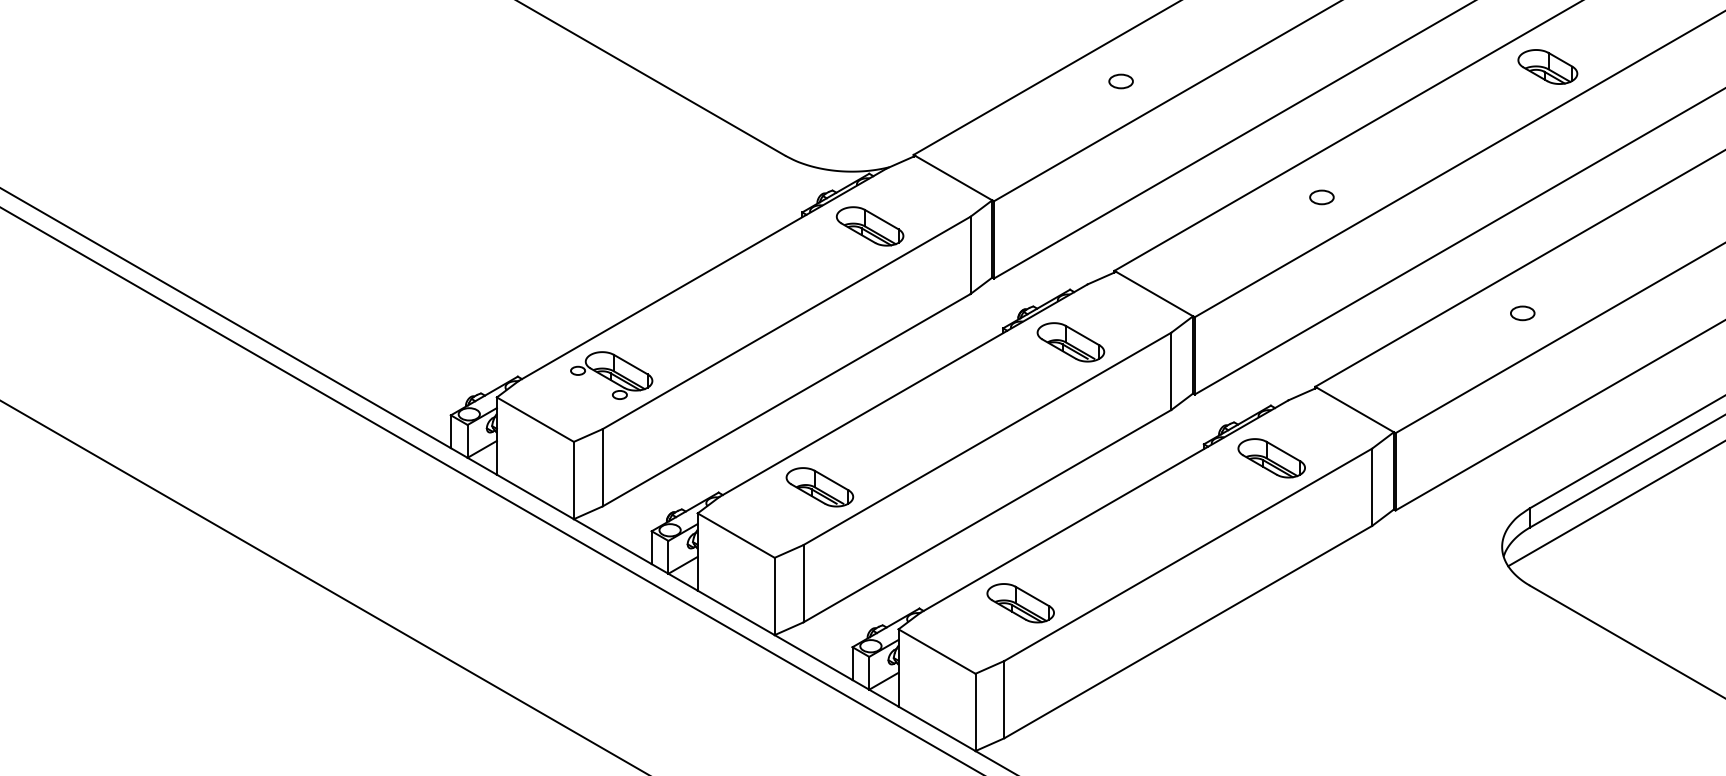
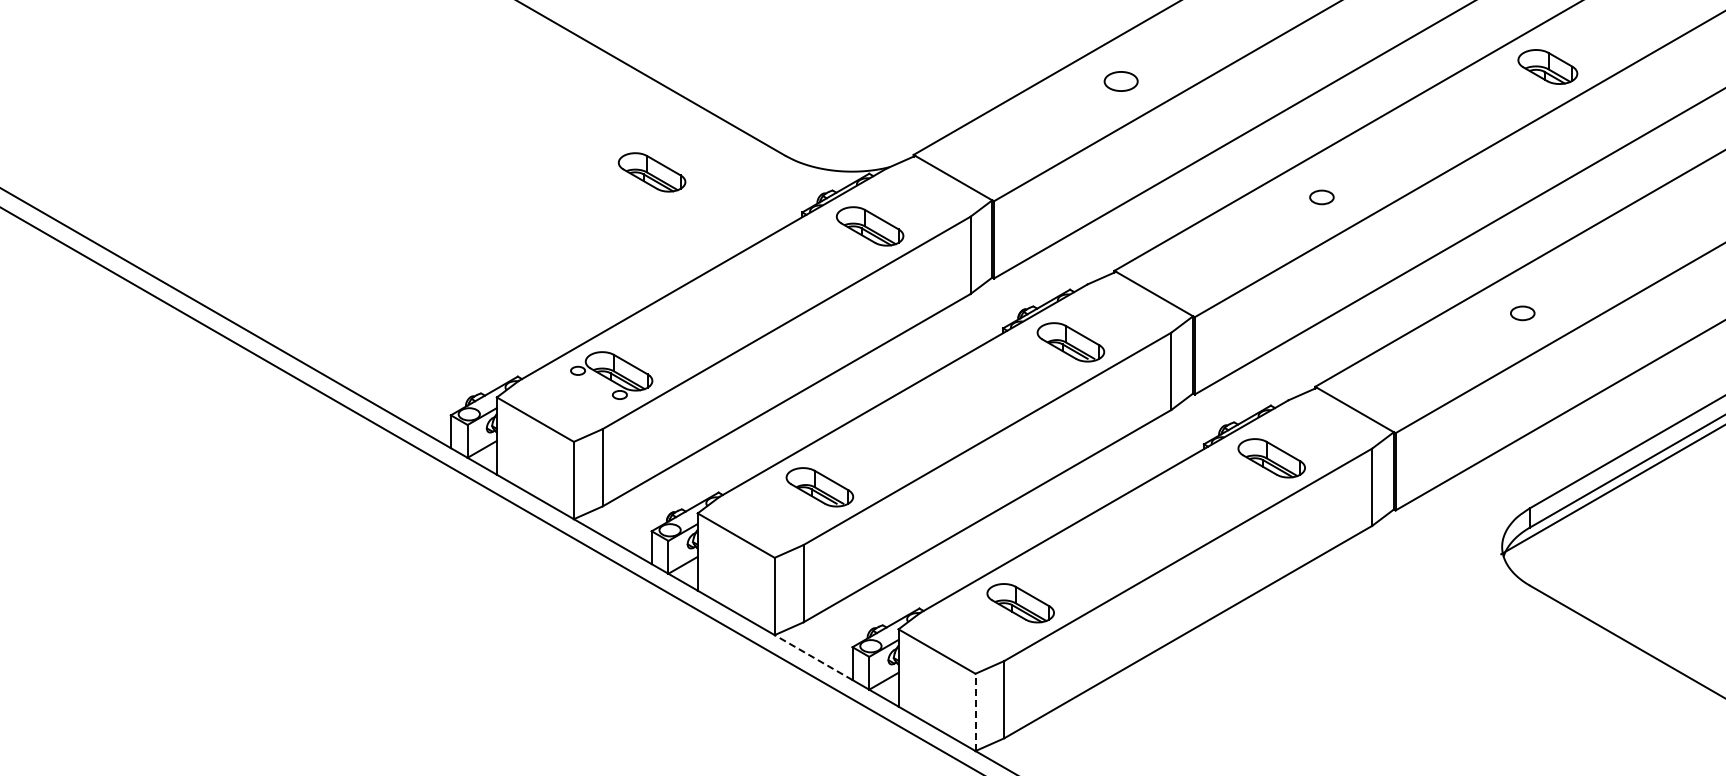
part at (1120, 81) size: 26x17 px -> 36x21 px
part at (651, 172): none -> present
line at (1615, 504) position: (1615, 504) -> (1611, 490)
line at (323, 586): present -> none
line at (813, 657): solid -> dashed
line at (975, 712): solid -> dashed
